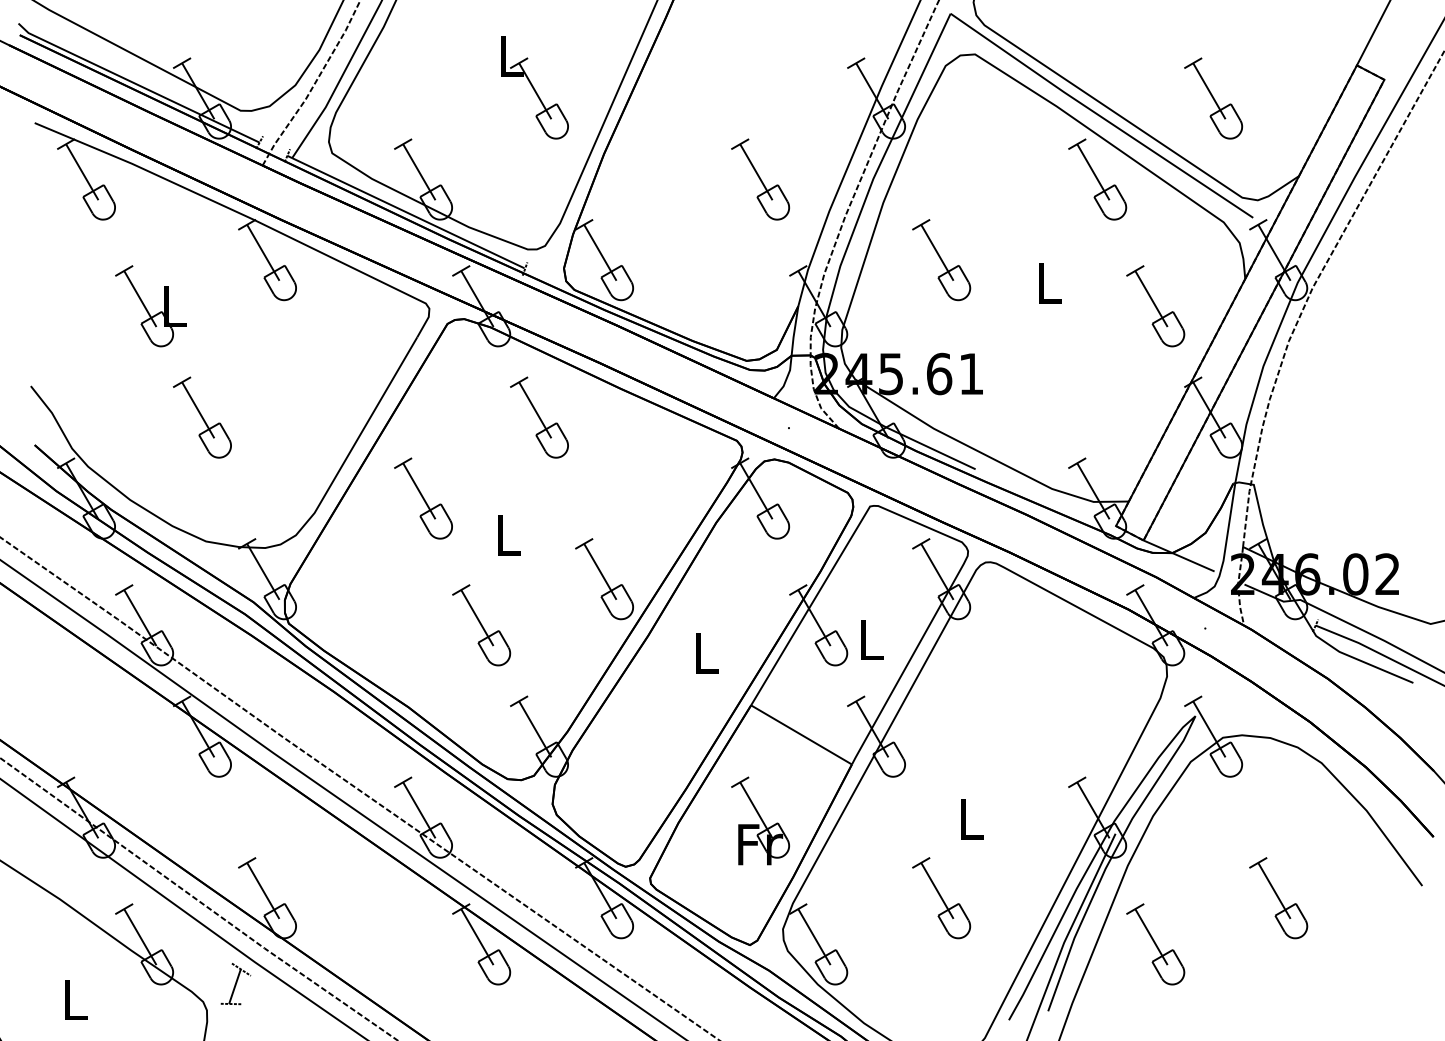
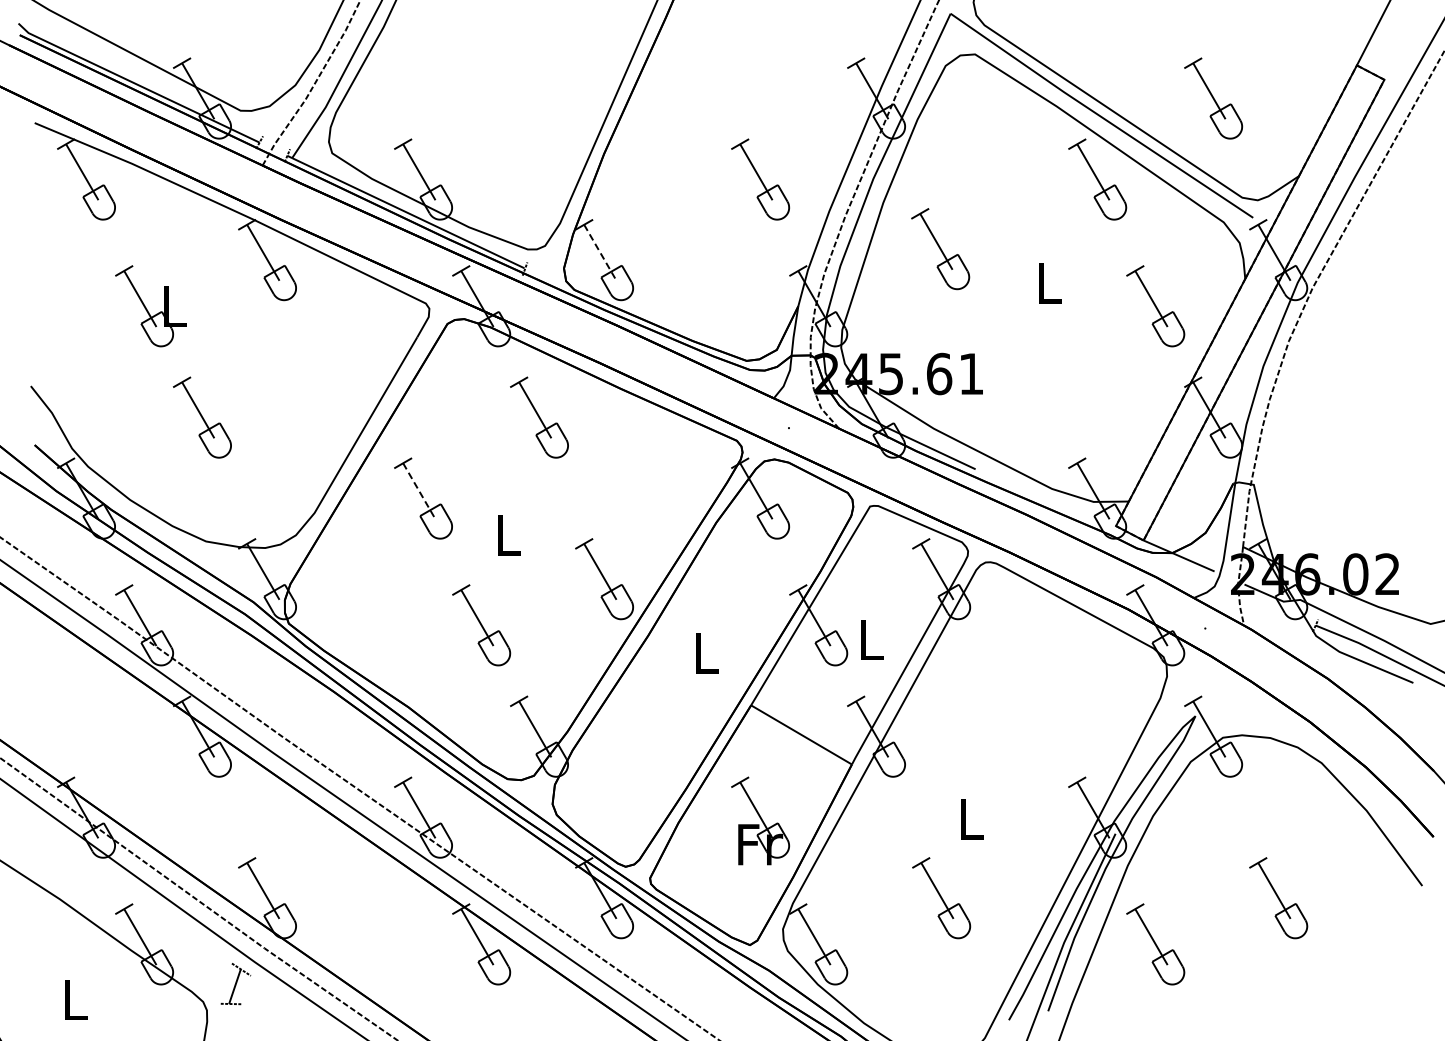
part at (534, 87): present -> none
line at (600, 253): solid -> dashed
part at (941, 260) position: (941, 260) -> (940, 249)
line at (419, 491): solid -> dashed
